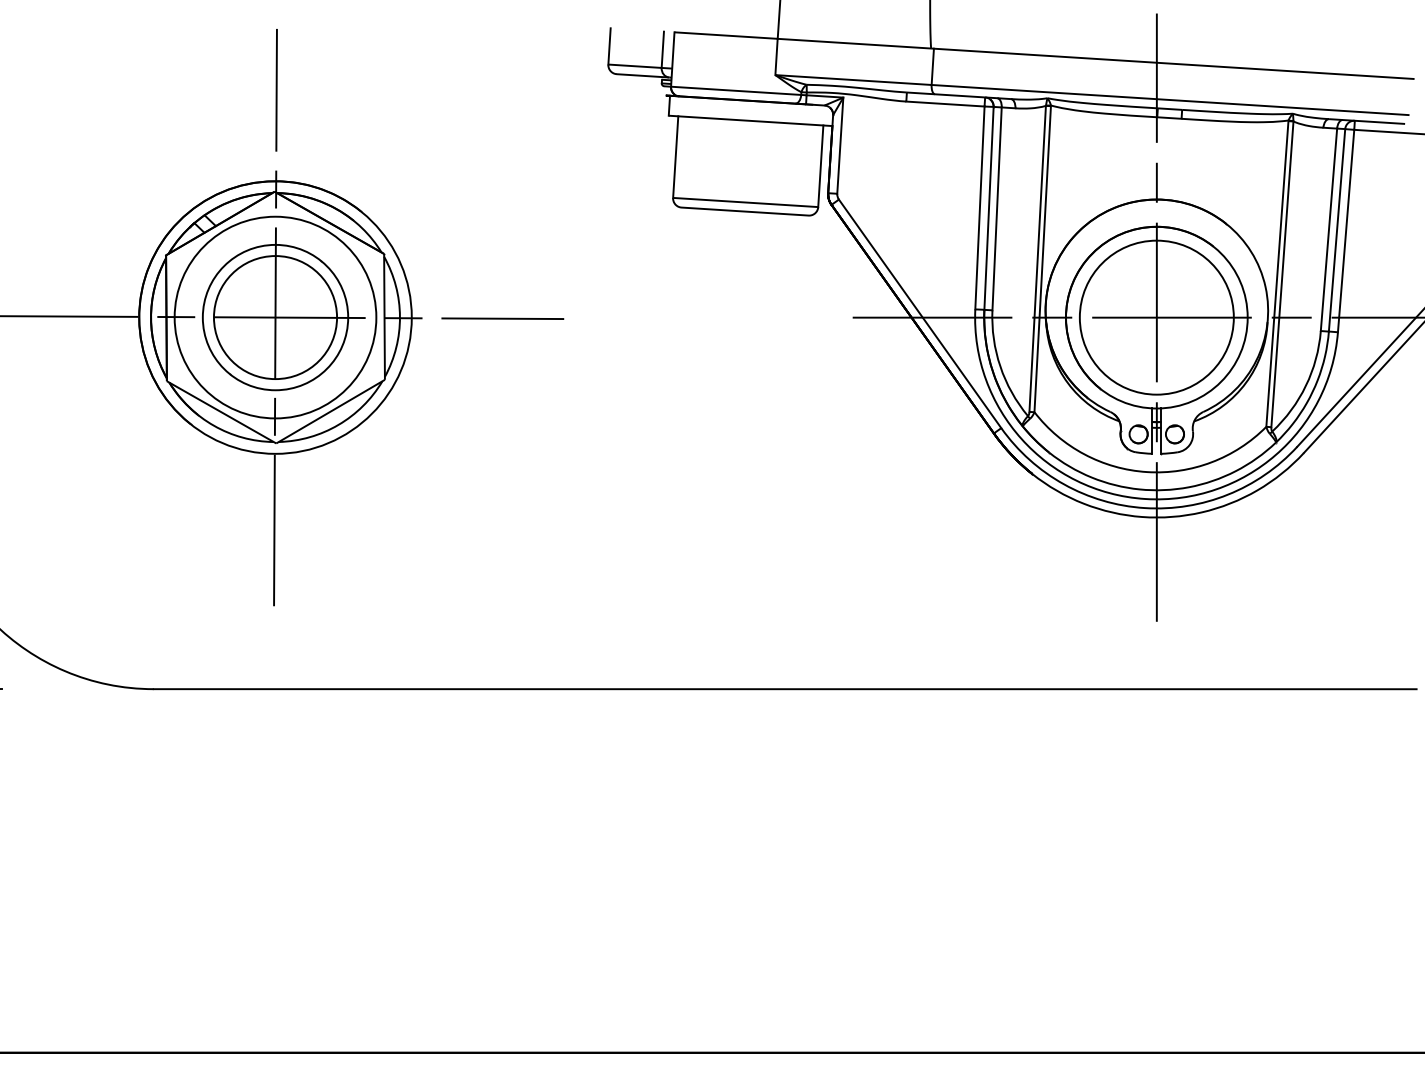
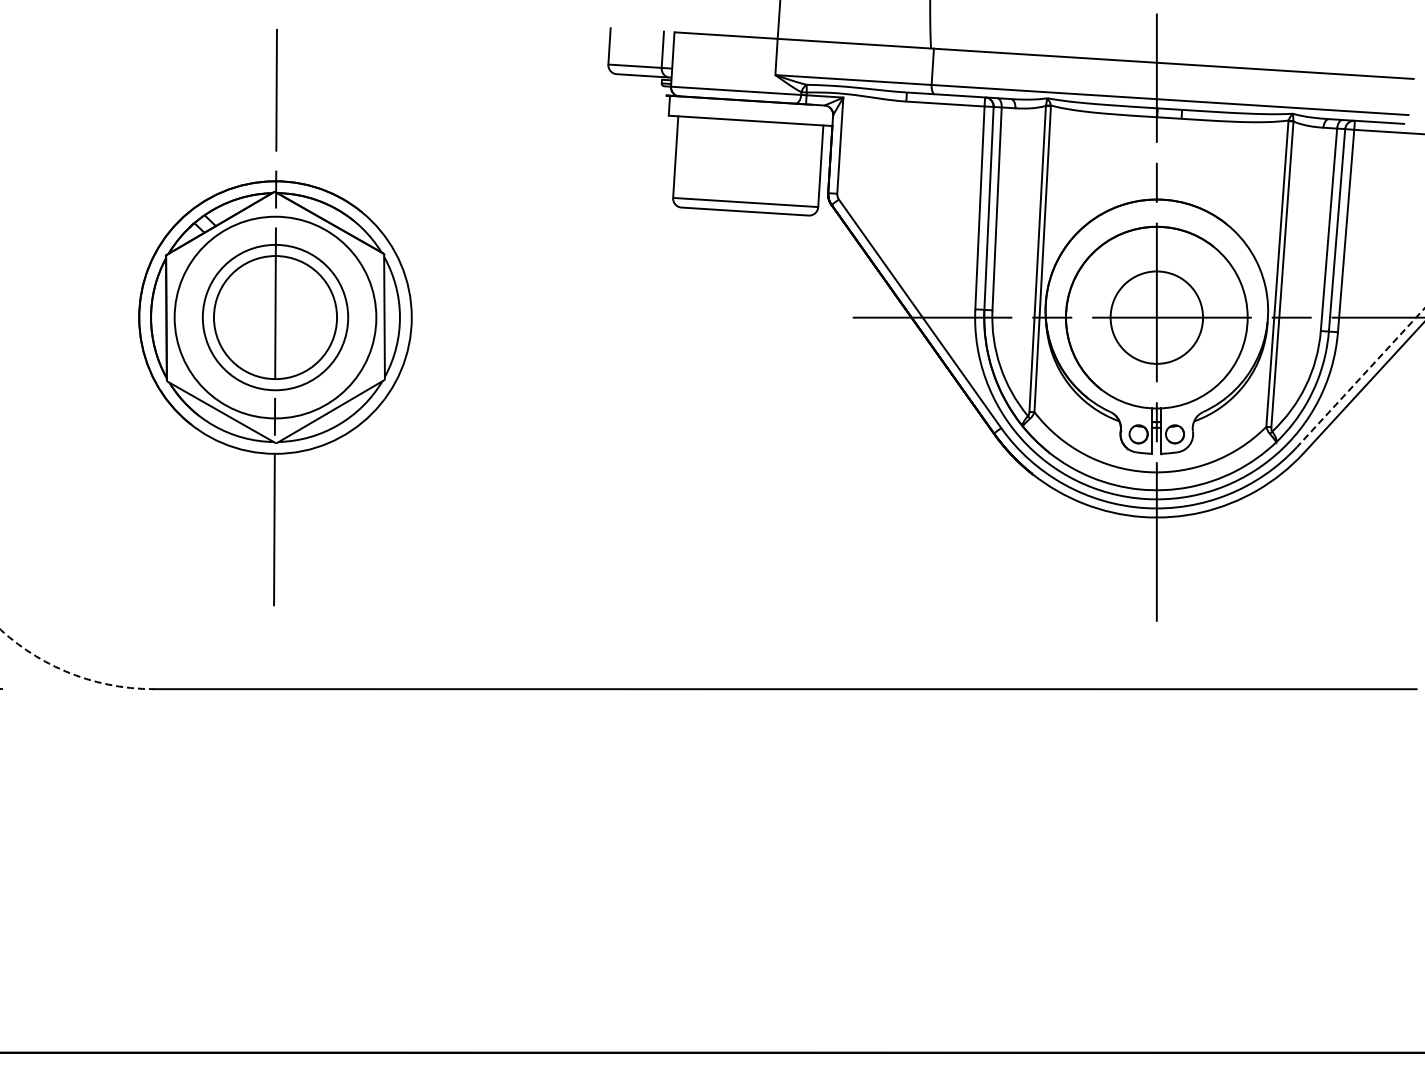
line at (283, 317): present -> none
circle at (1156, 317) diameter: 154 px -> 92 px
line at (1360, 377): solid -> dashed
arc at (72, 674): solid -> dashed
